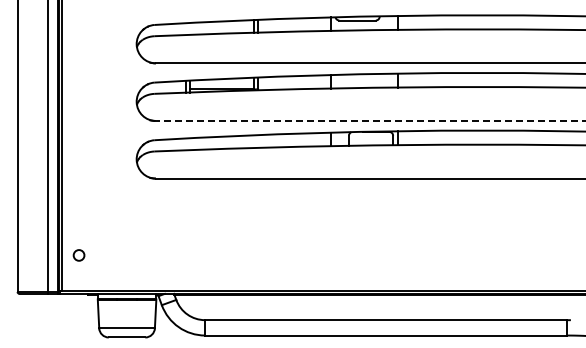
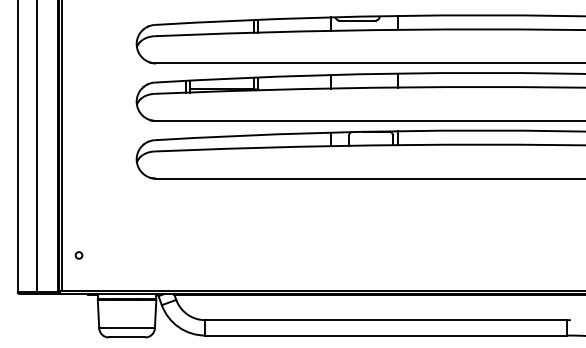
line at (370, 120): dashed -> solid
line at (47, 147) position: (47, 147) -> (36, 147)
circle at (78, 255) size: 14x13 px -> 10x9 px
